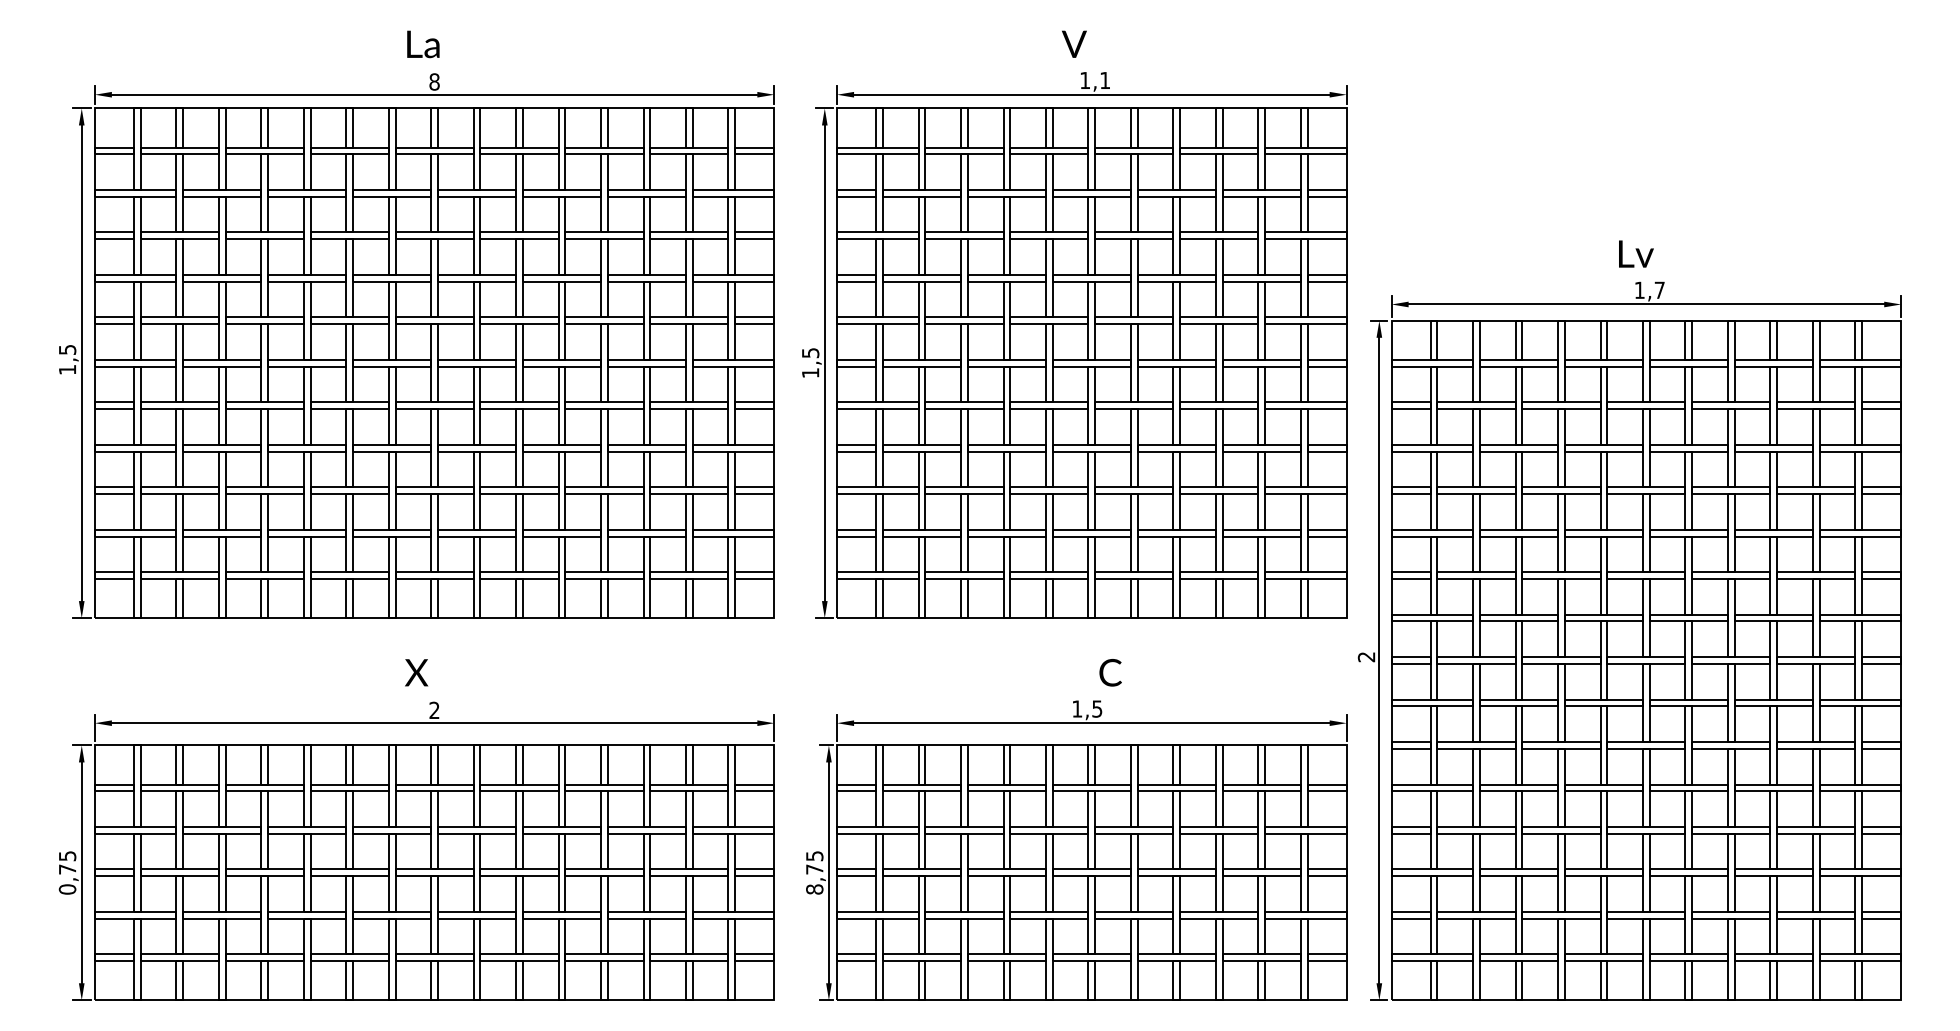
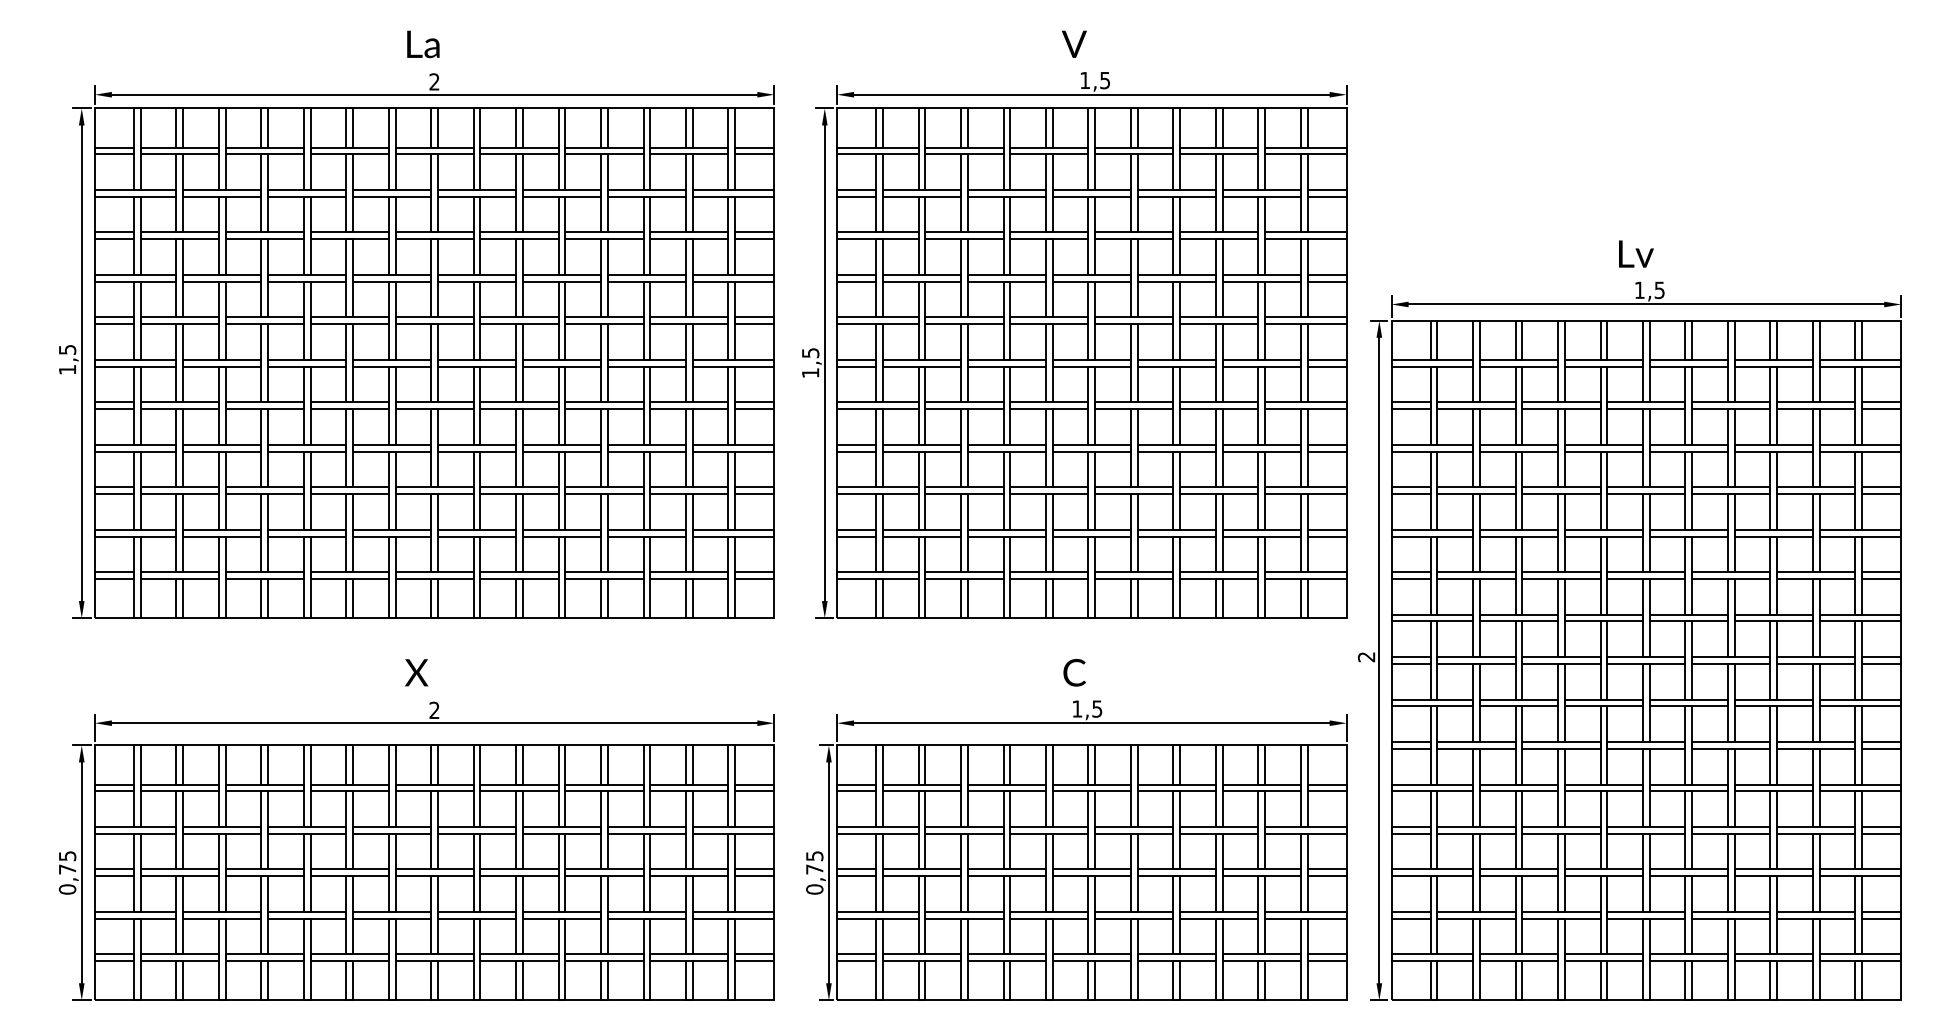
text at (1104, 80): 1,1 -> 1,5
text at (434, 81): 8 -> 2
text at (1659, 290): 1,7 -> 1,5
text at (1110, 672) position: (1110, 672) -> (1074, 672)
text at (814, 889): 8,75 -> 0,75
